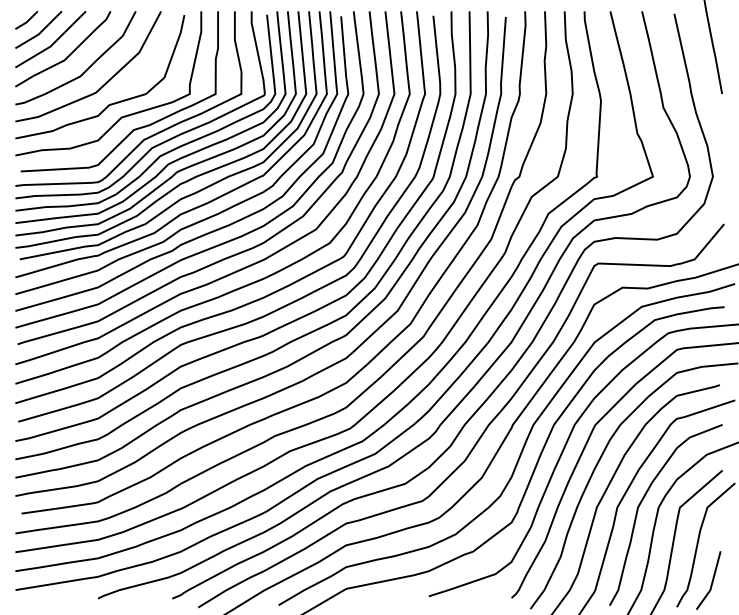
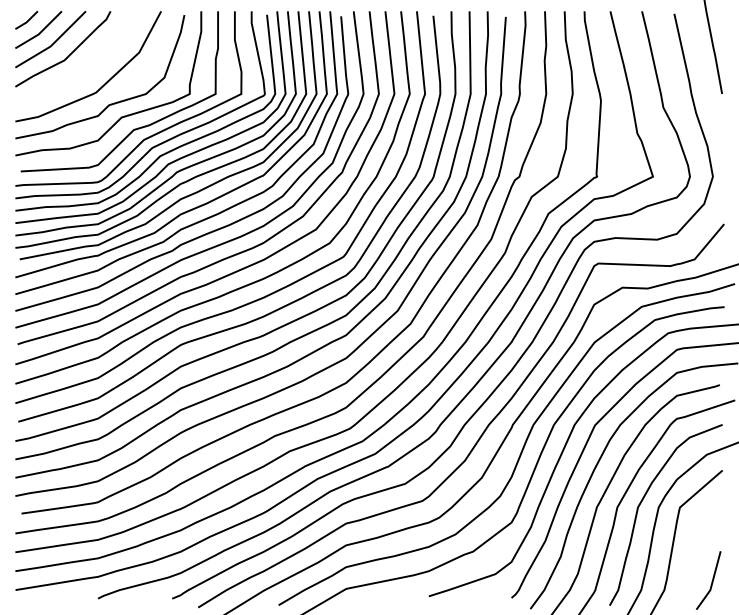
curve at (86, 69): present -> none
curve at (698, 544): present -> none
